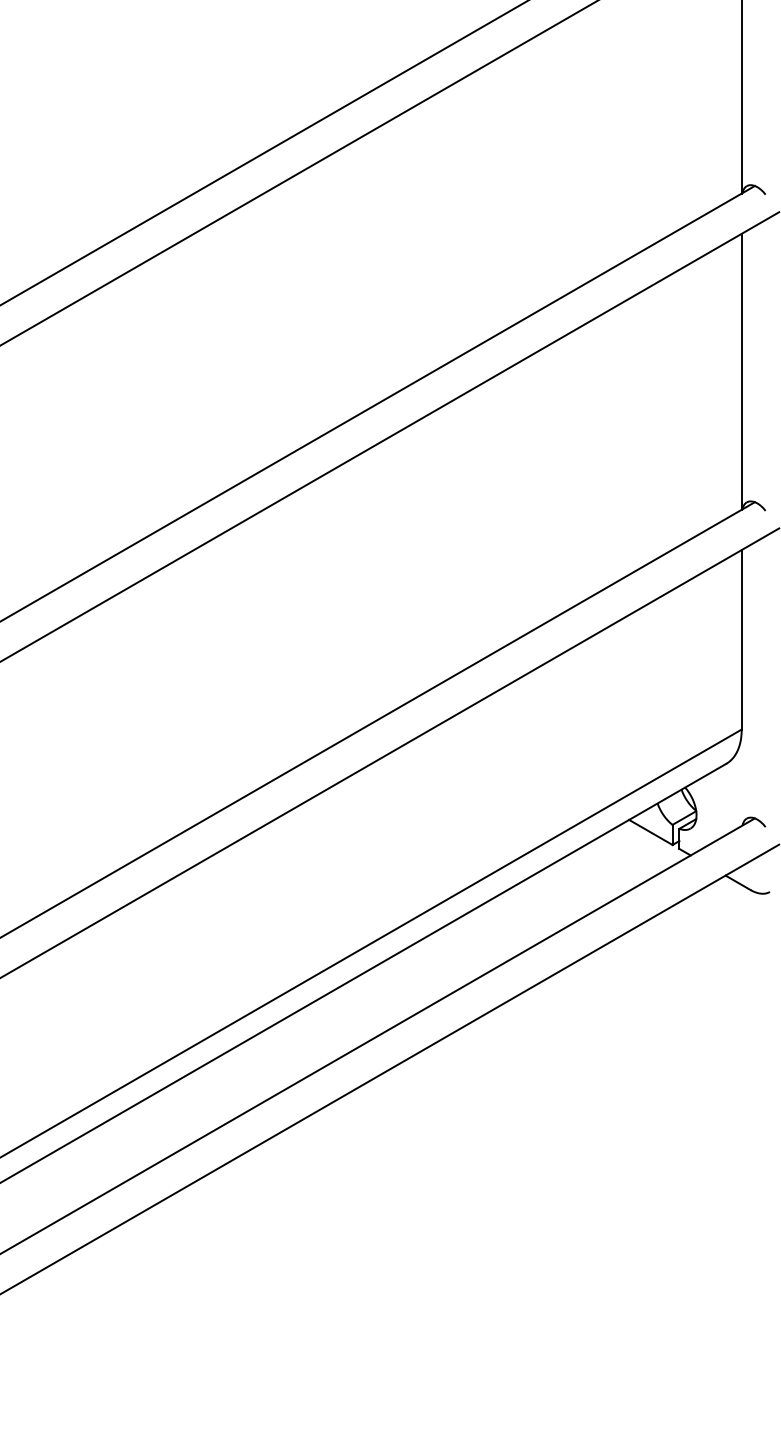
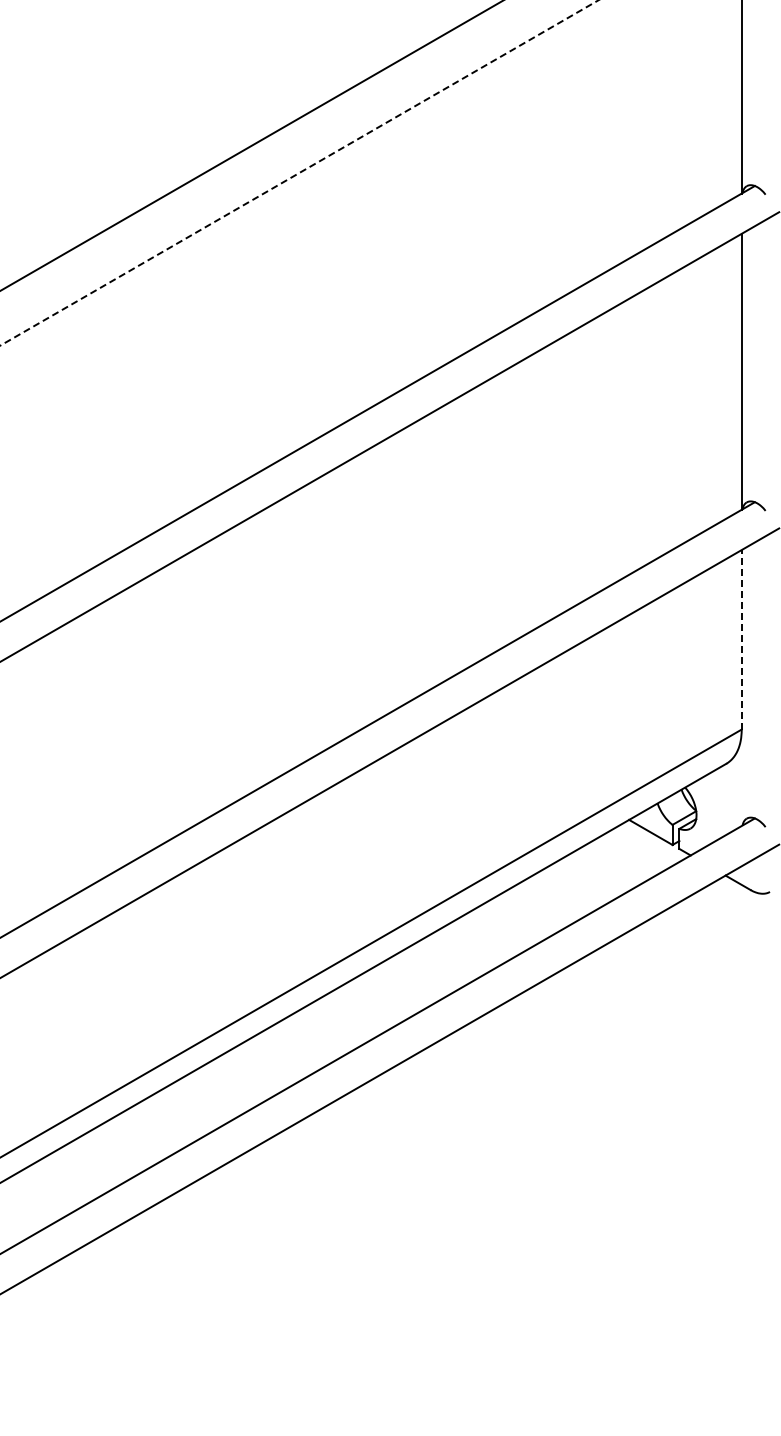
line at (263, 153) position: (263, 153) -> (251, 145)
line at (299, 172): solid -> dashed
line at (741, 639): solid -> dashed
